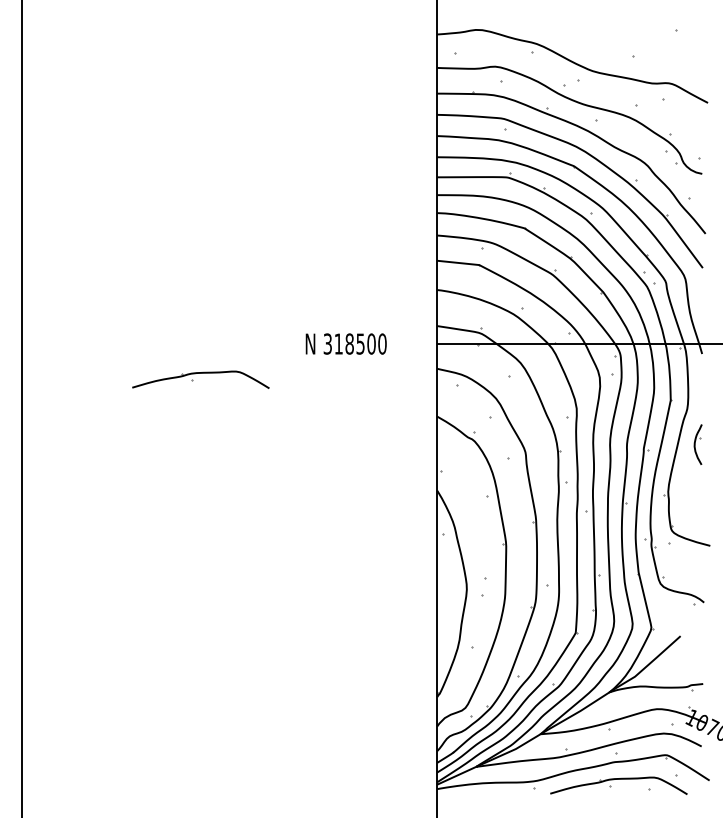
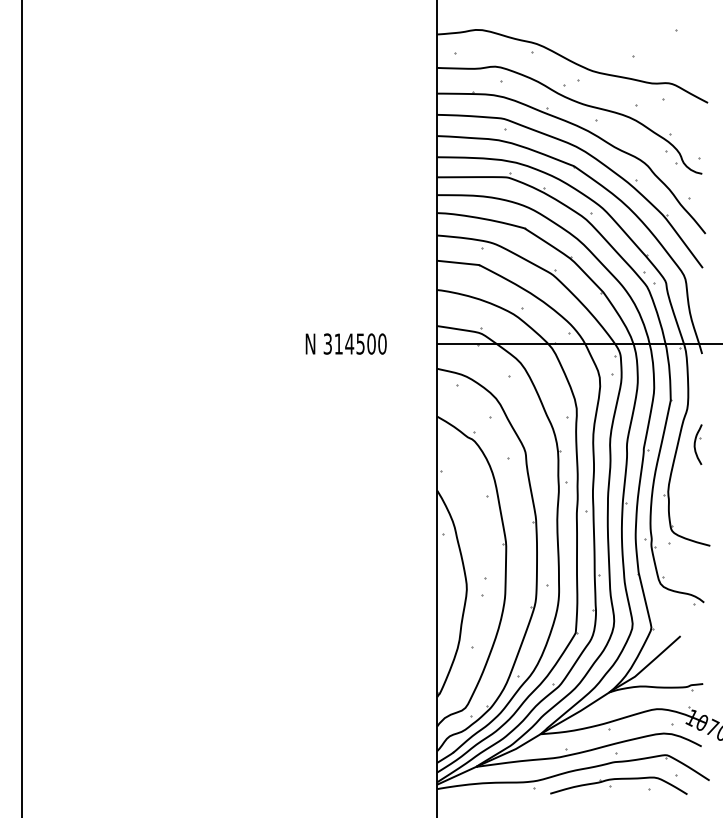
text at (349, 343): 318500 -> 314500
part at (200, 379): present -> none
